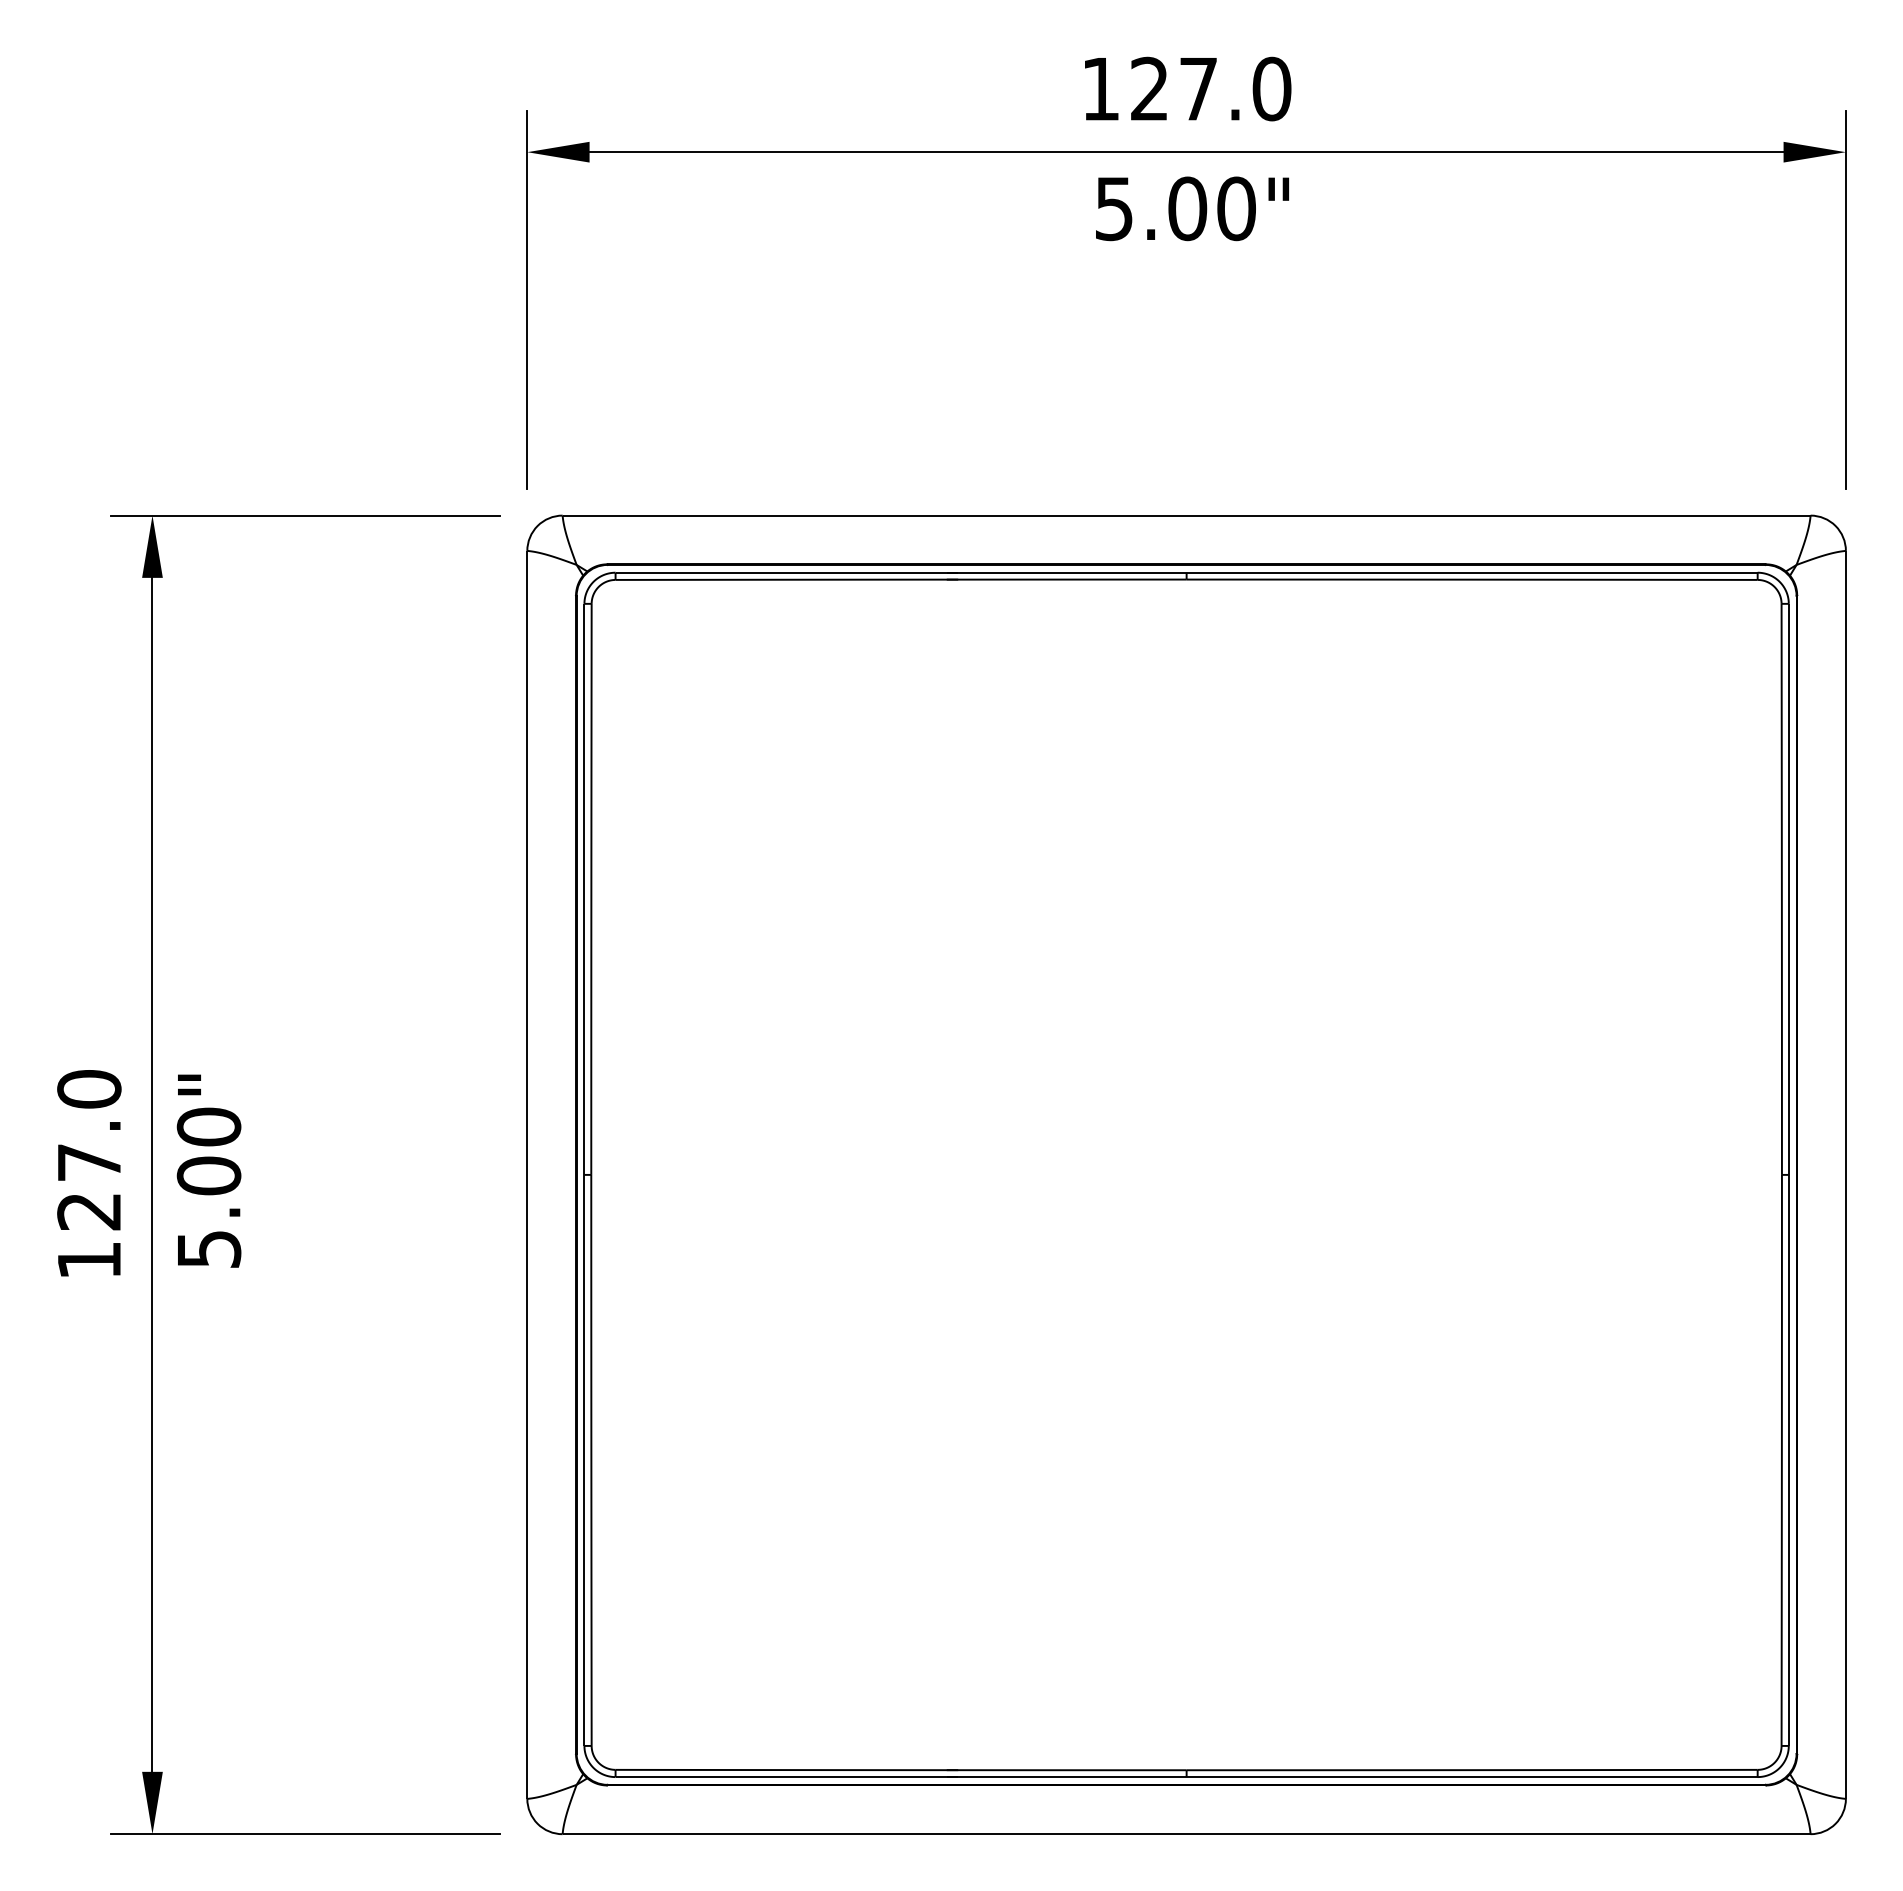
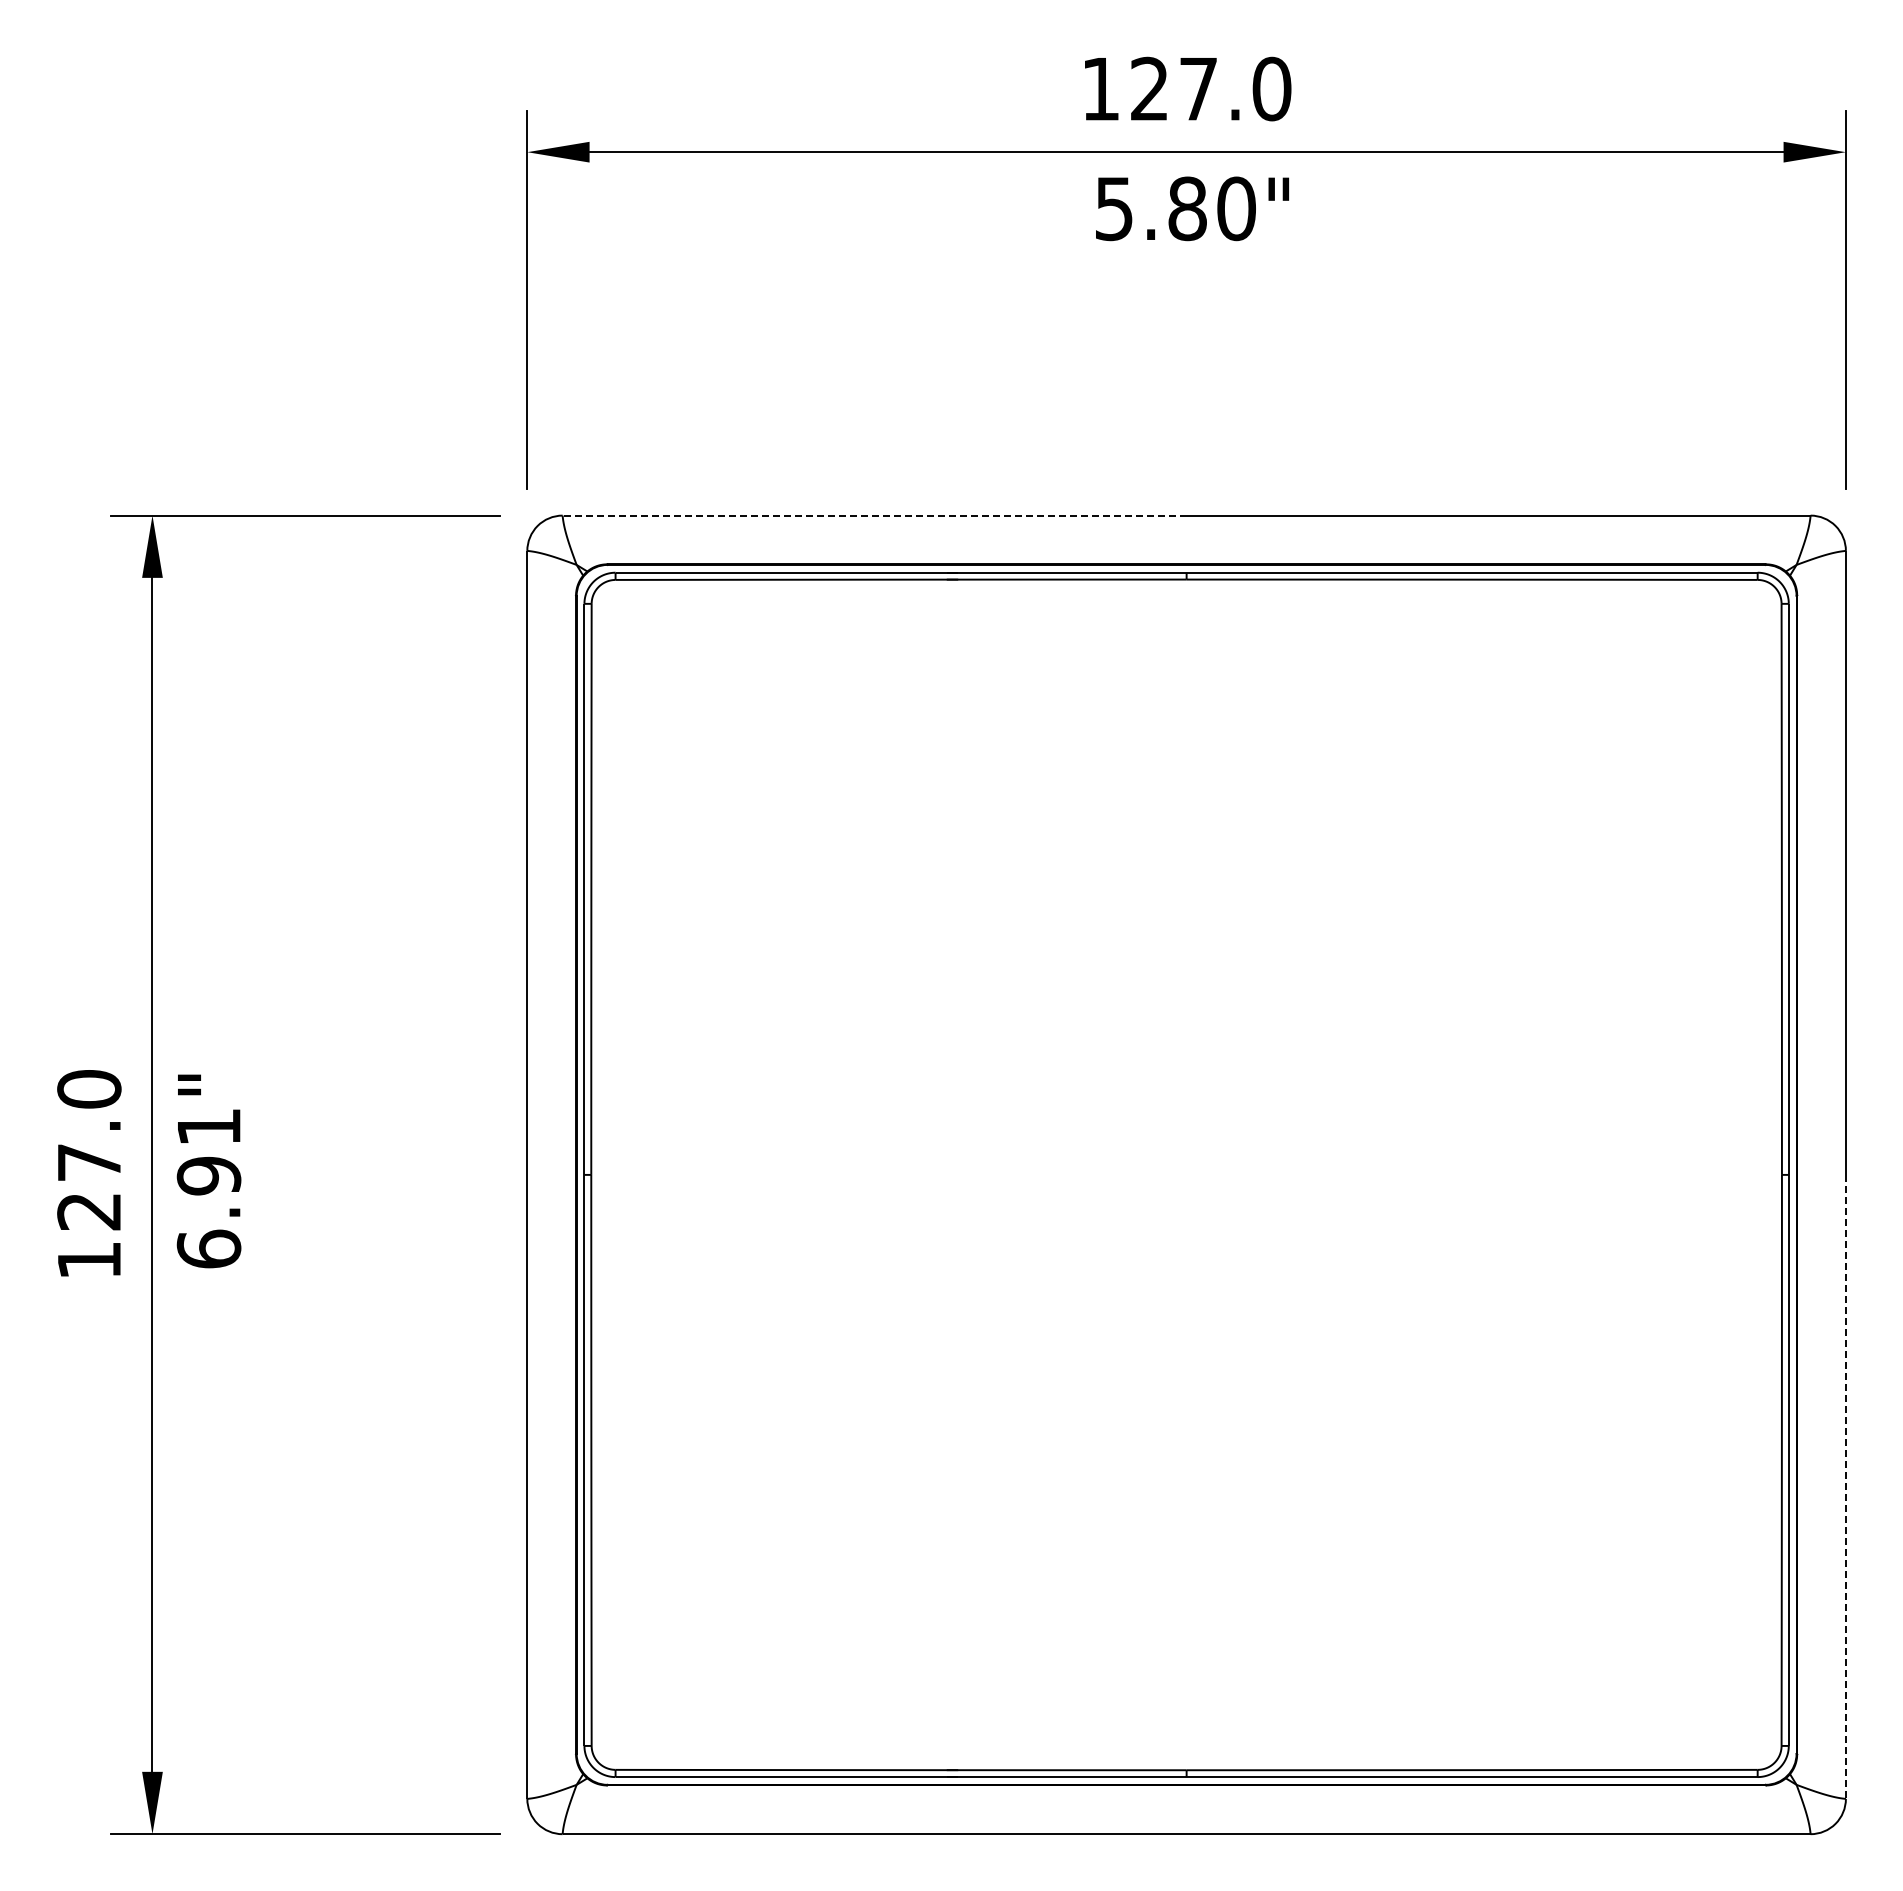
text at (1187, 208): 5.00" -> 5.80"
line at (874, 515): solid -> dashed
text at (208, 1187): 5.00" -> 6.91"
line at (1845, 1486): solid -> dashed
